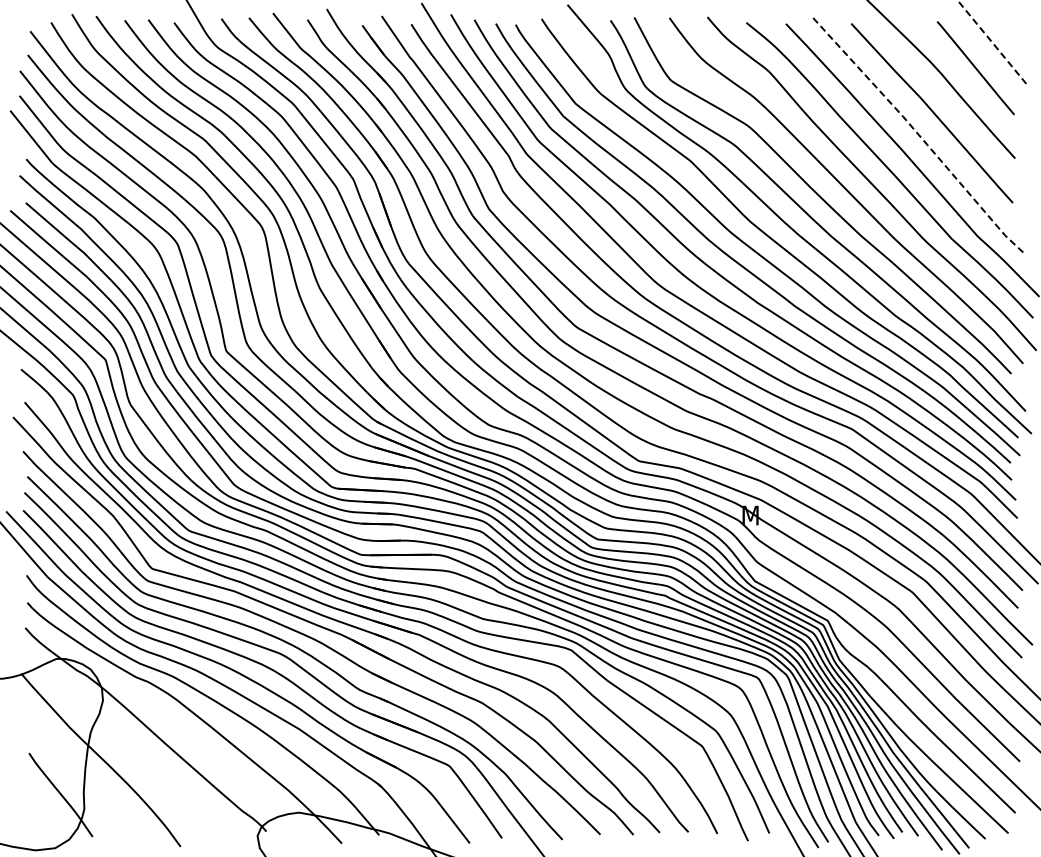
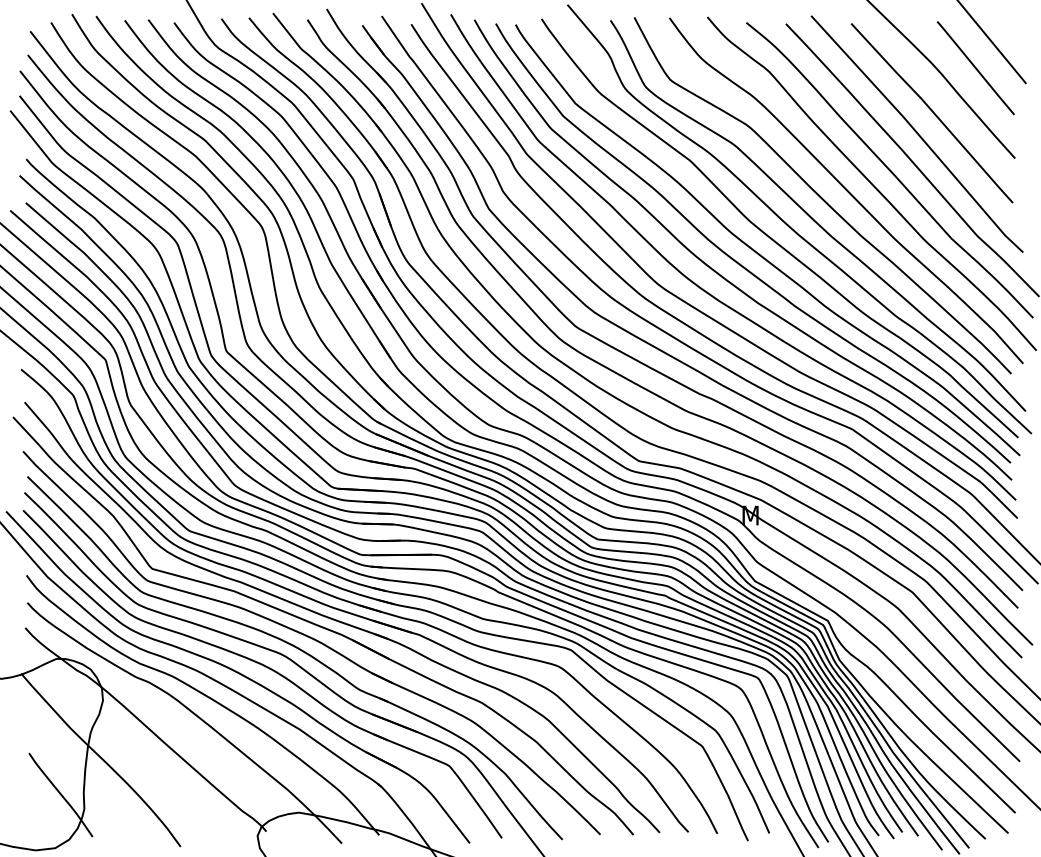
line at (991, 41): dashed -> solid
line at (917, 133): dashed -> solid
